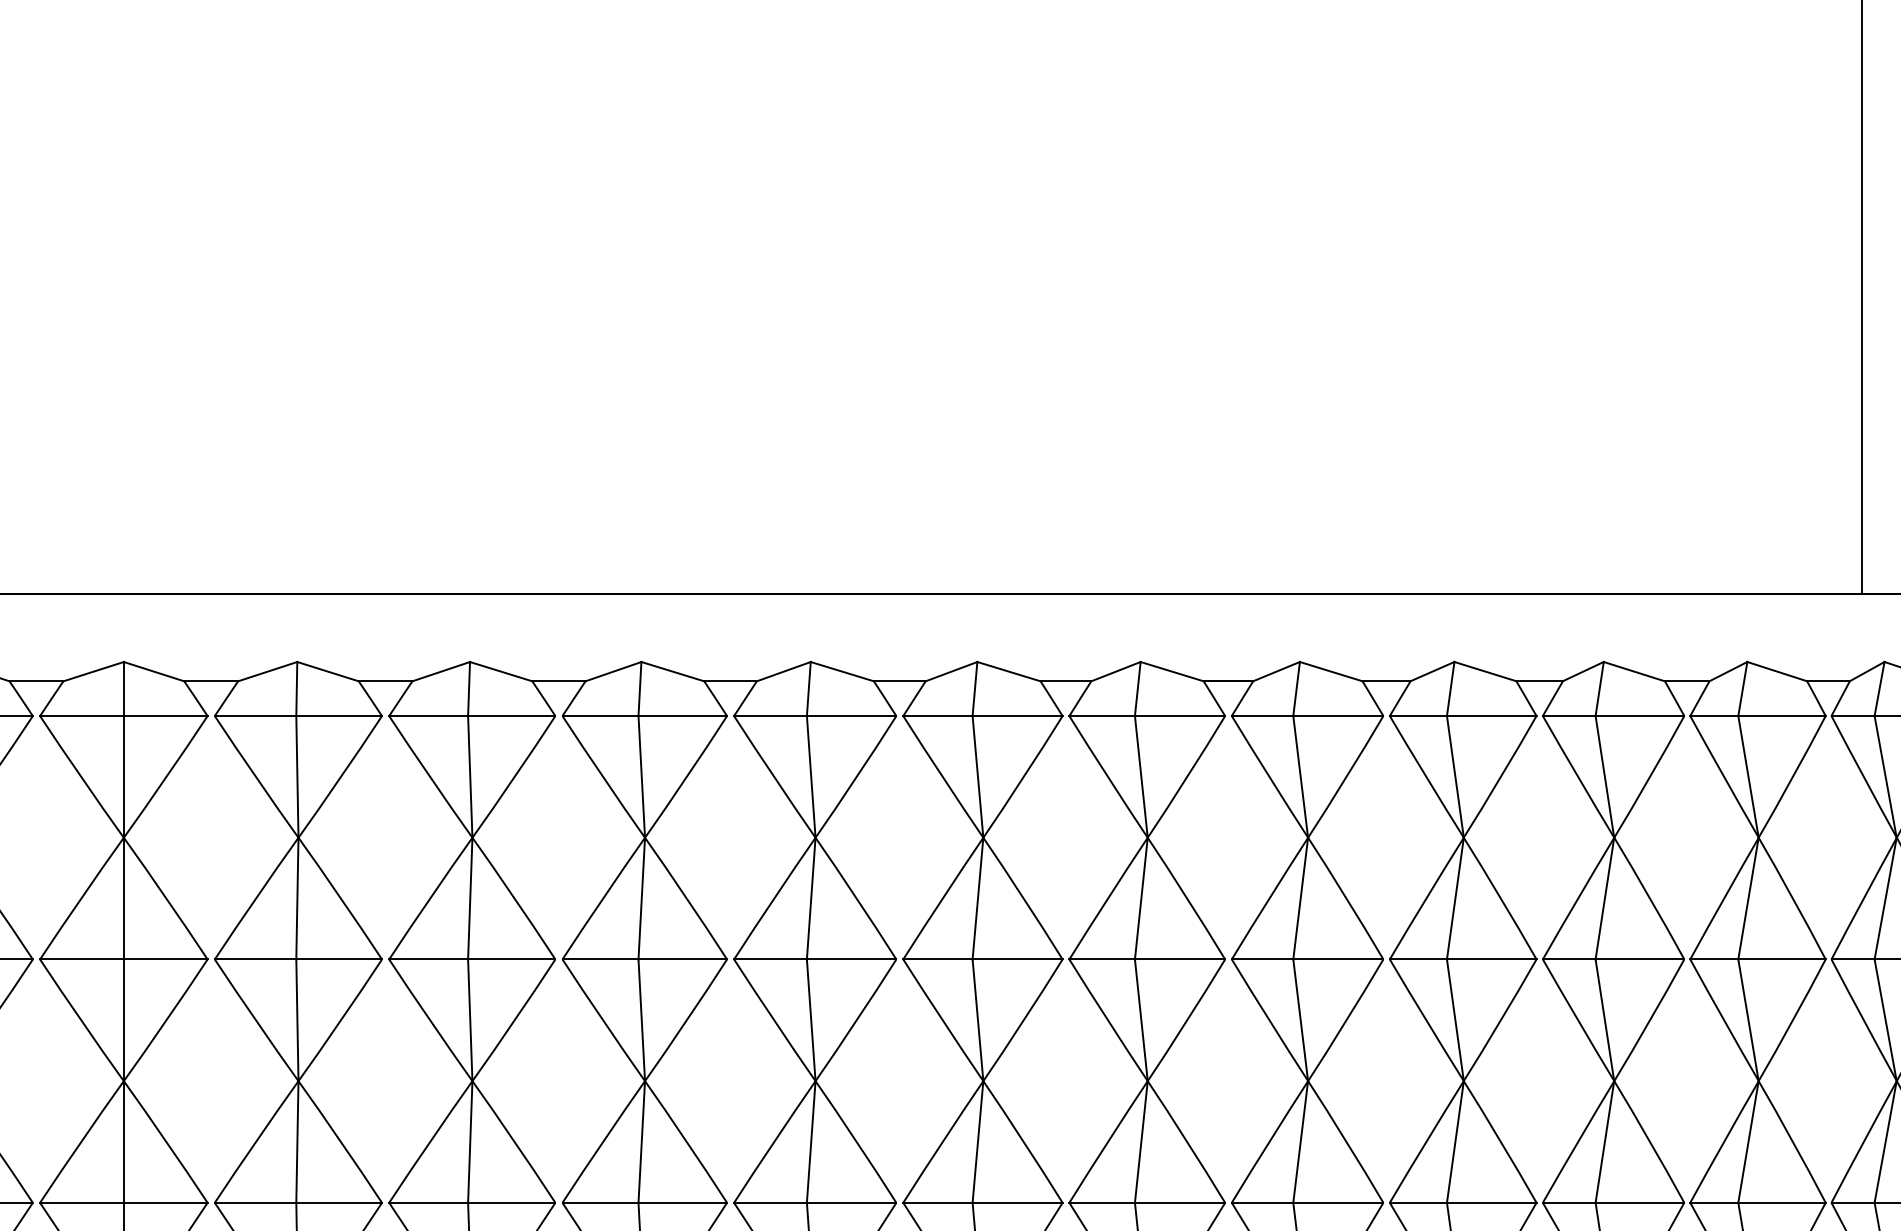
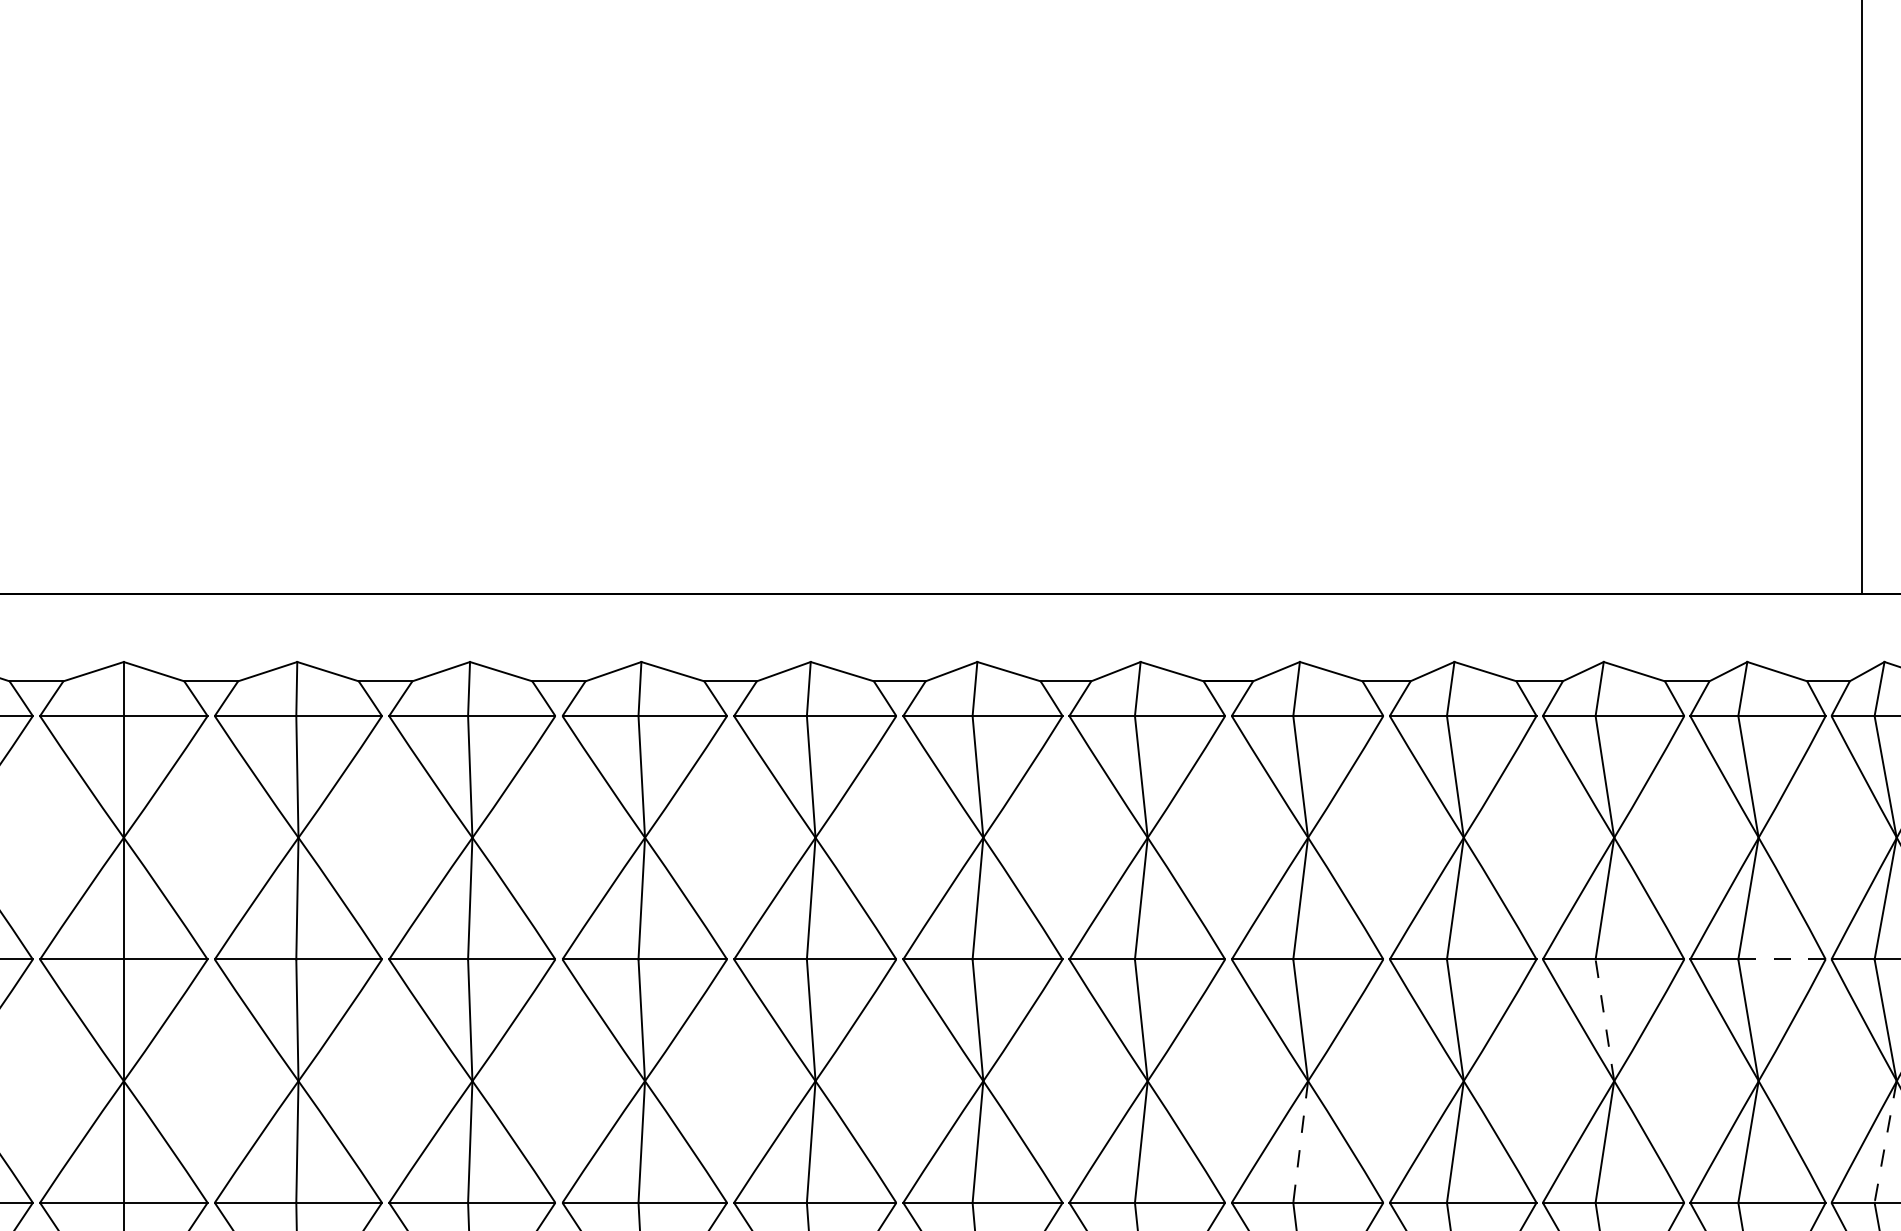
line at (1782, 959): solid -> dashed
line at (1604, 1020): solid -> dashed
line at (1885, 1141): solid -> dashed
line at (1300, 1142): solid -> dashed
